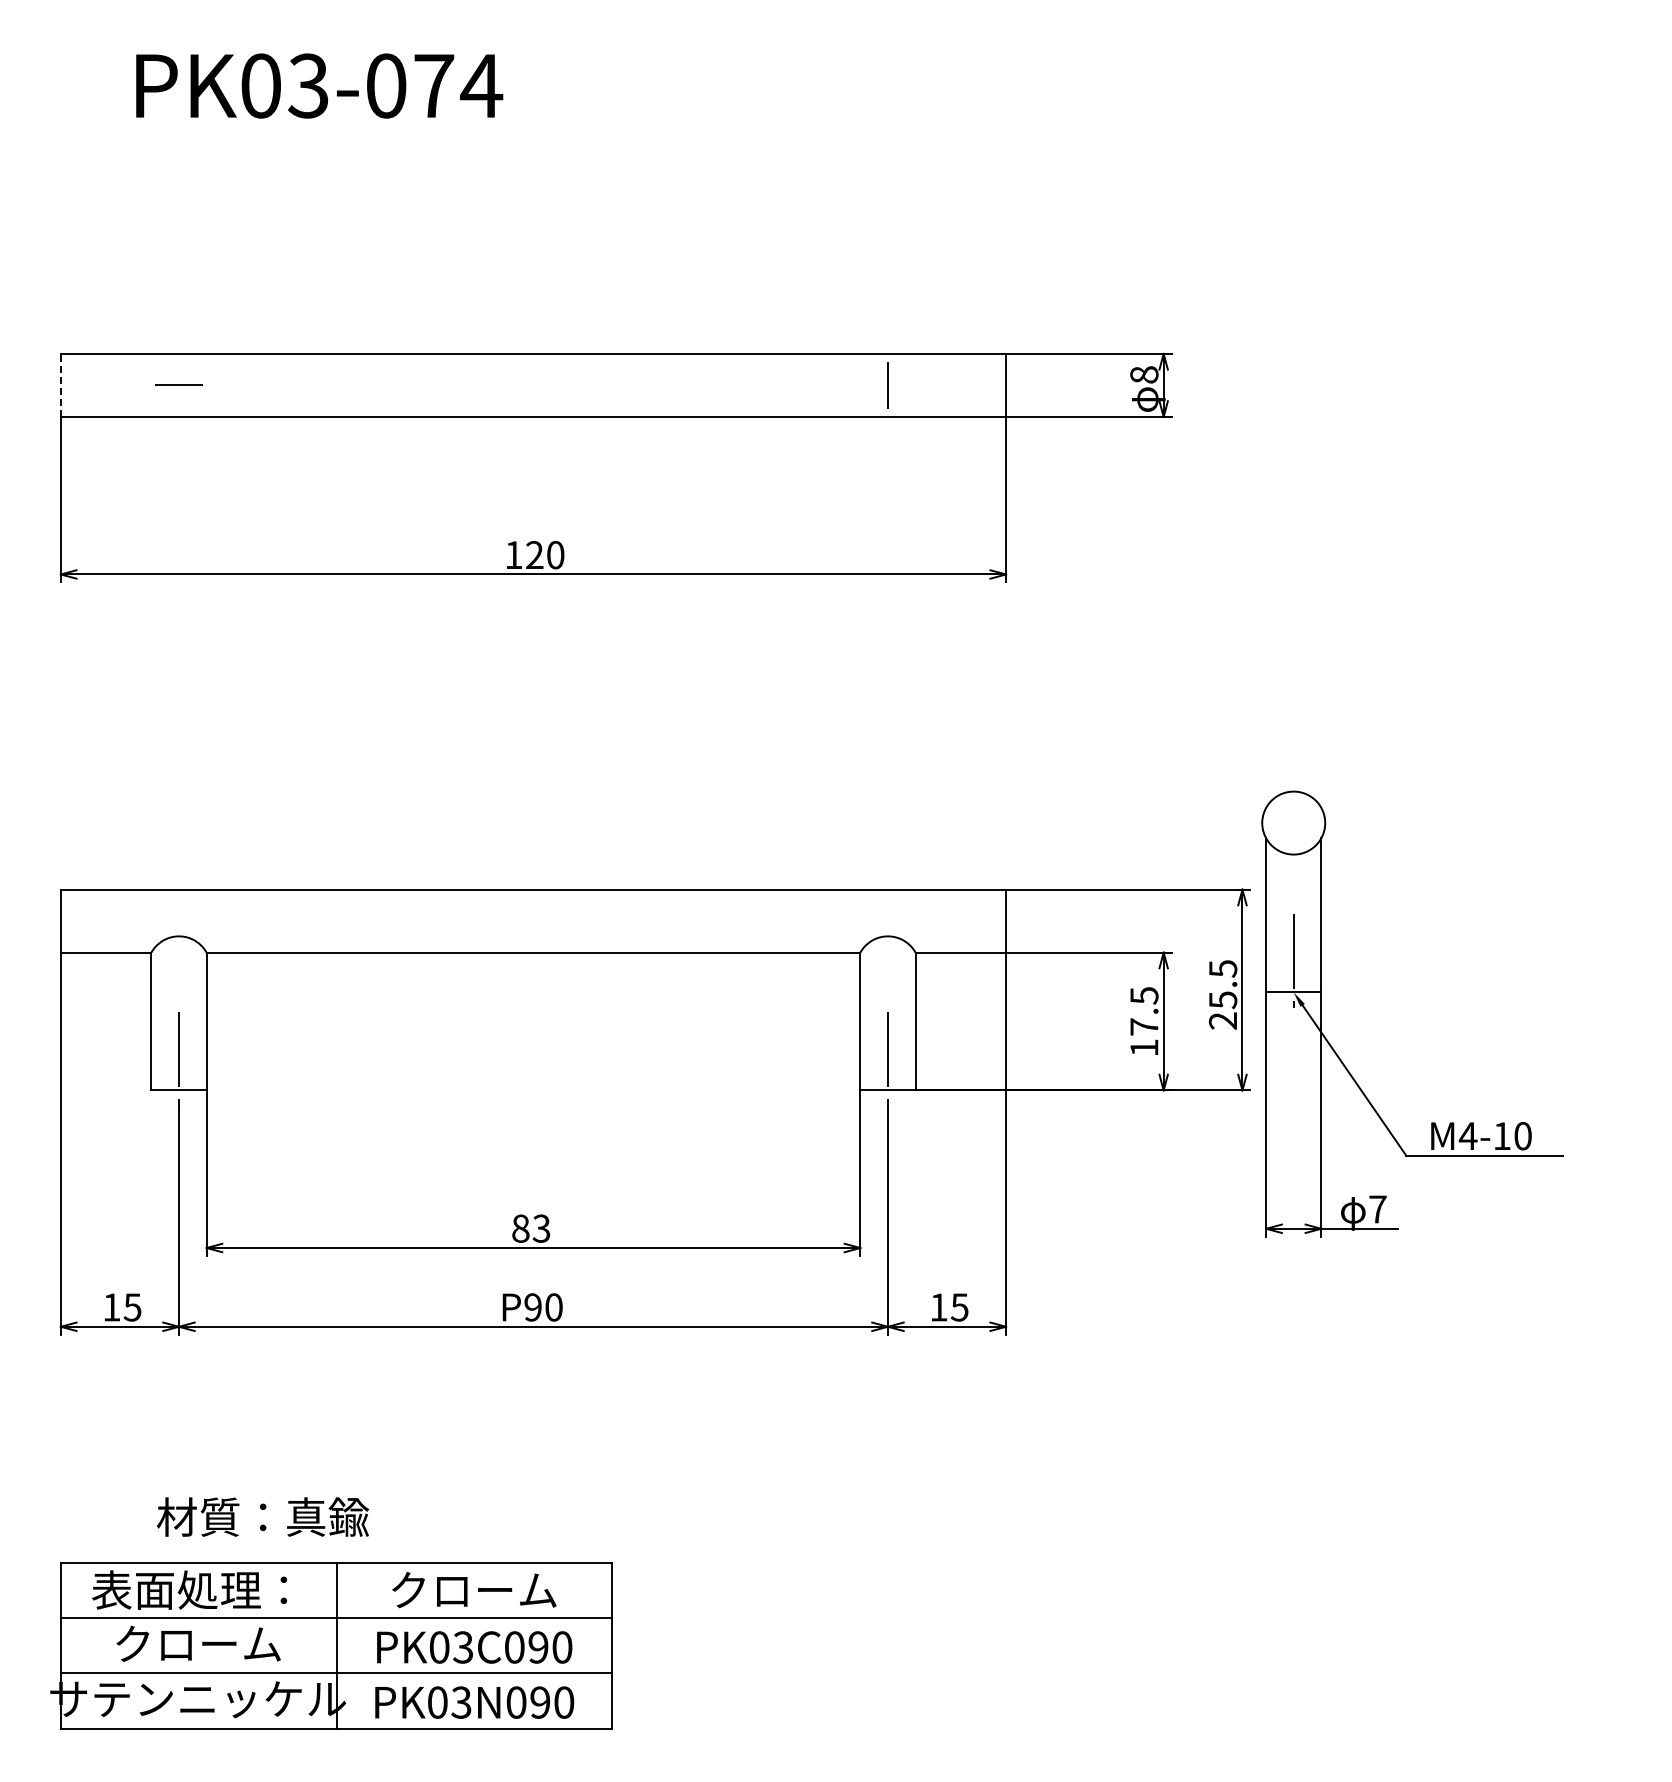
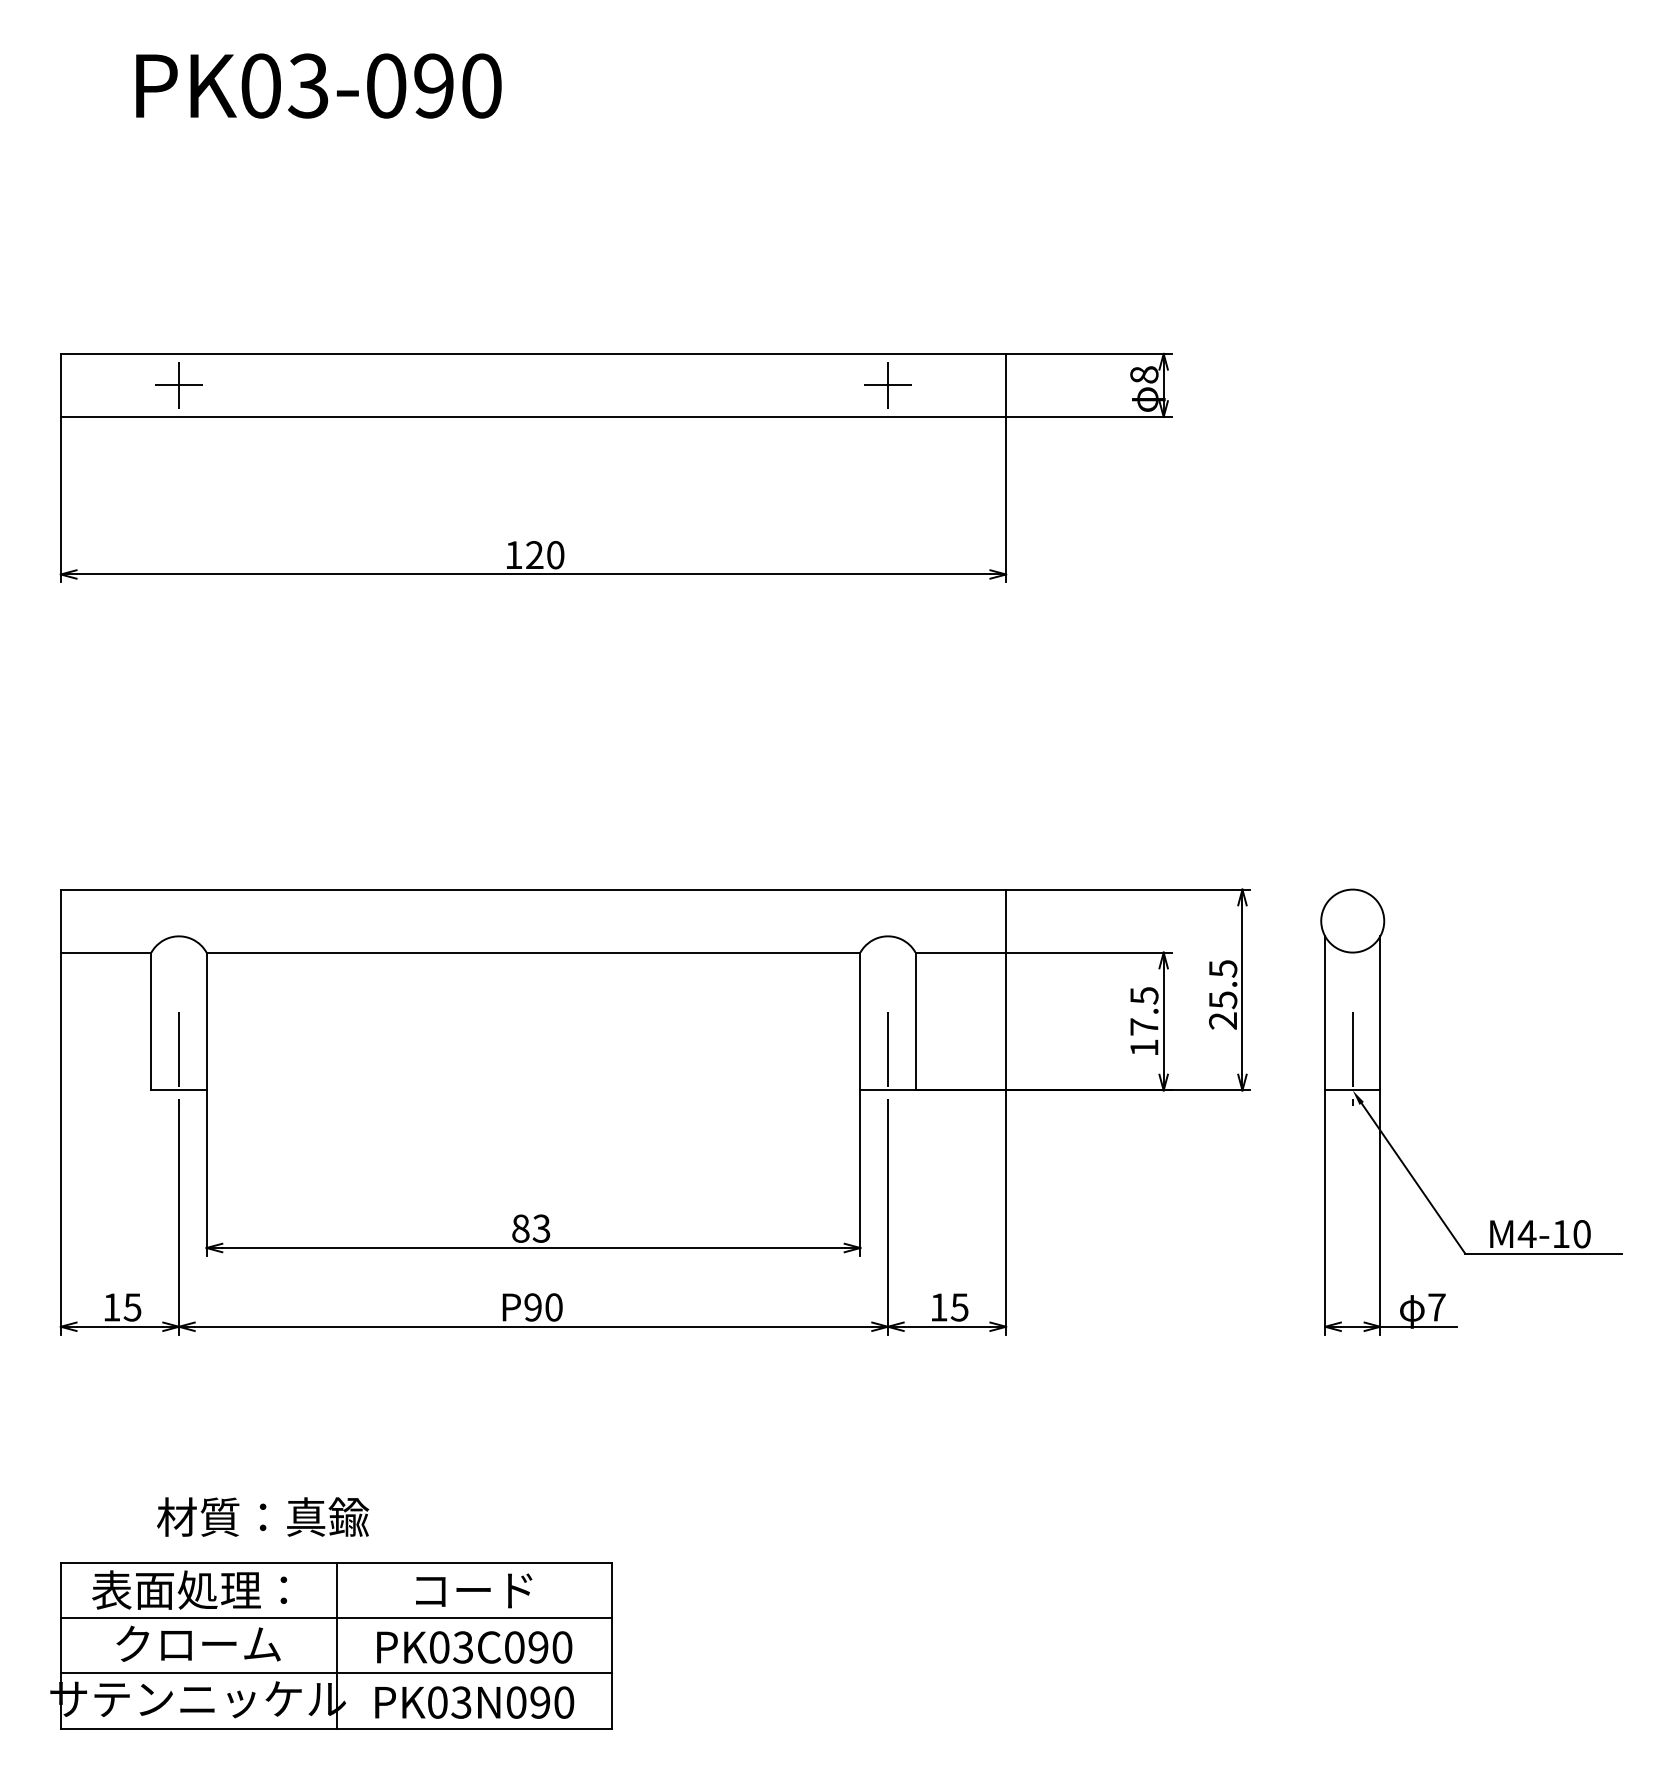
text at (458, 85): PK03-074 -> PK03-090
line at (60, 385): dashed -> solid
line at (179, 385): none -> present
line at (887, 385): none -> present
part at (1341, 1059) position: (1341, 1059) -> (1400, 1157)
text at (474, 1590): クローム -> コード
